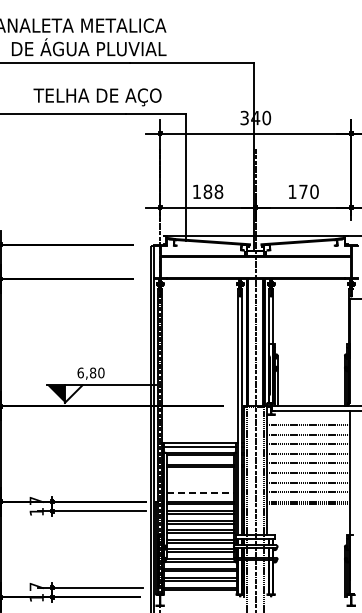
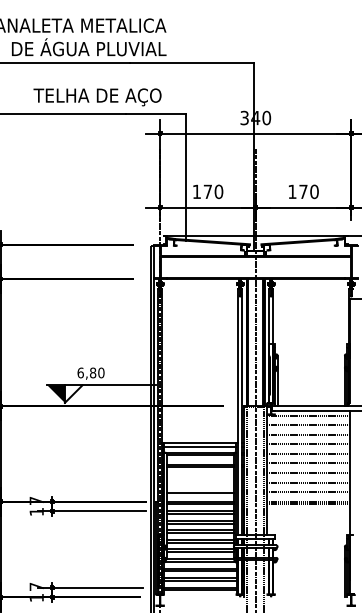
text at (213, 191): 188 -> 170
line at (307, 415): none -> present
line at (200, 493): dashed -> solid
